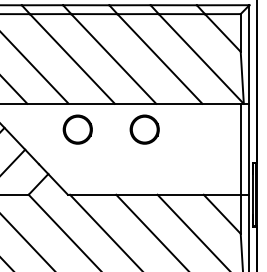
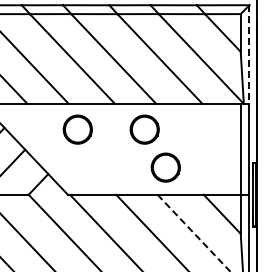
line at (249, 55): solid -> dashed
part at (165, 167): none -> present
line at (193, 233): solid -> dashed
